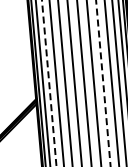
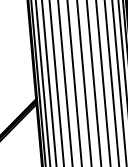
line at (49, 82): dashed -> solid
line at (103, 83): dashed -> solid
